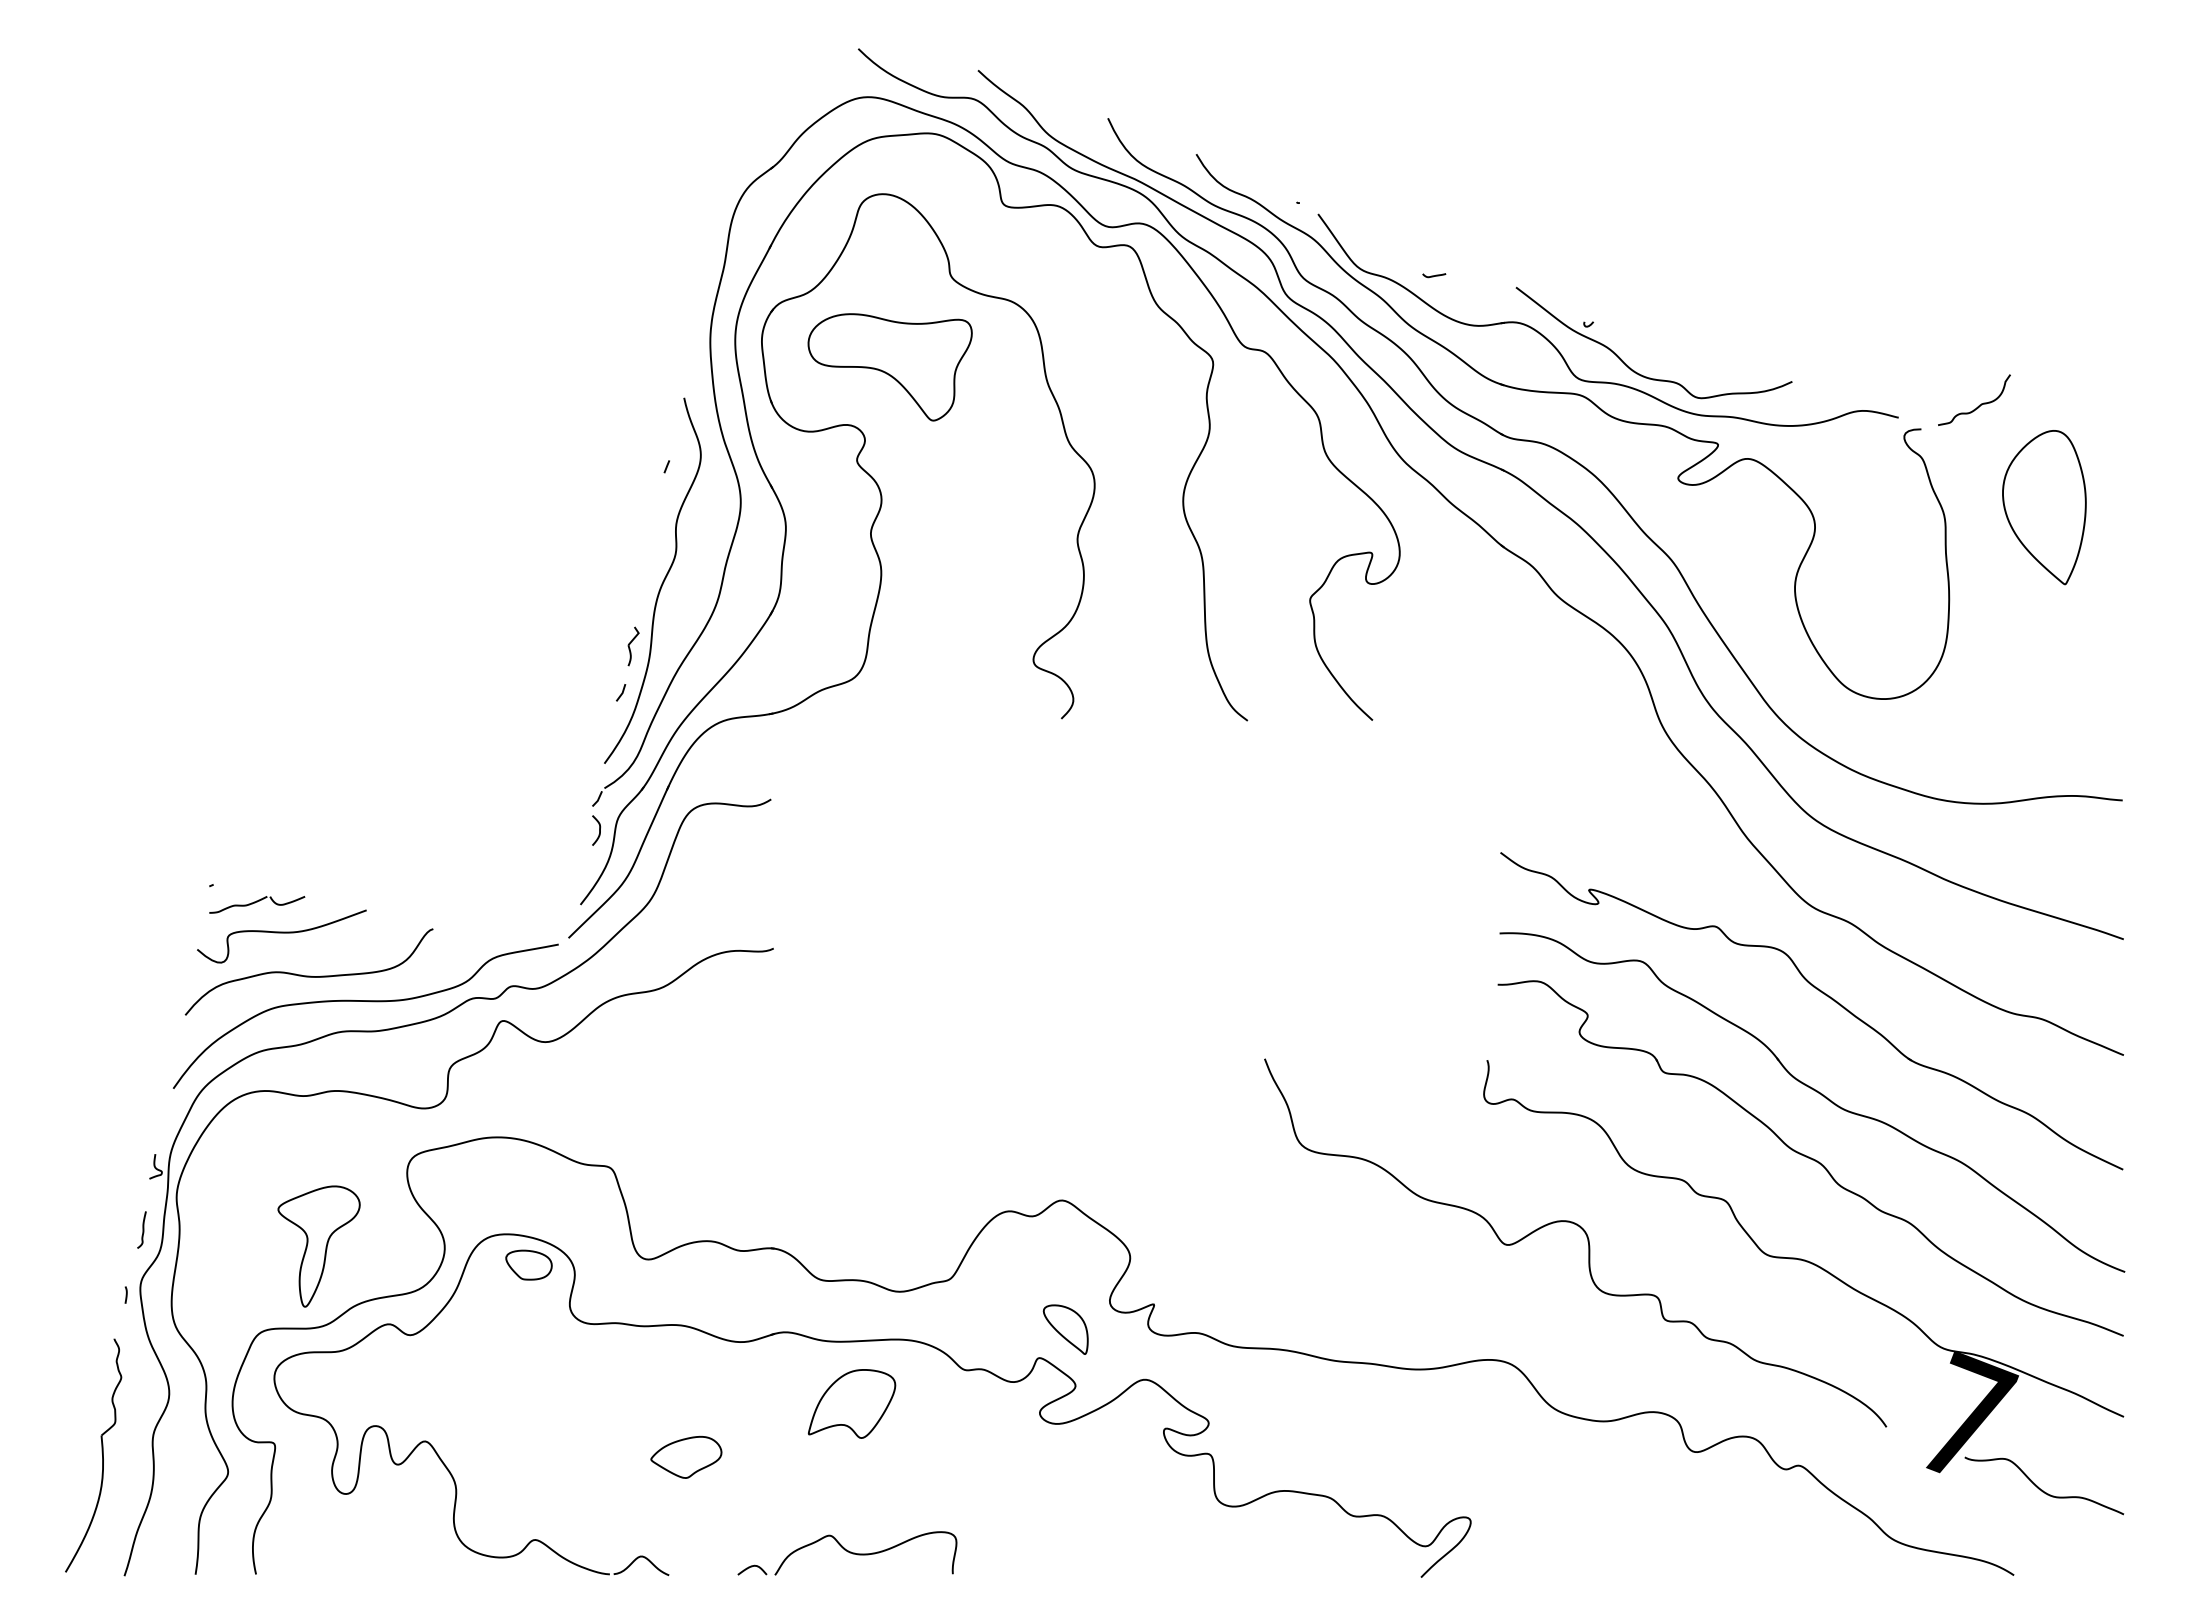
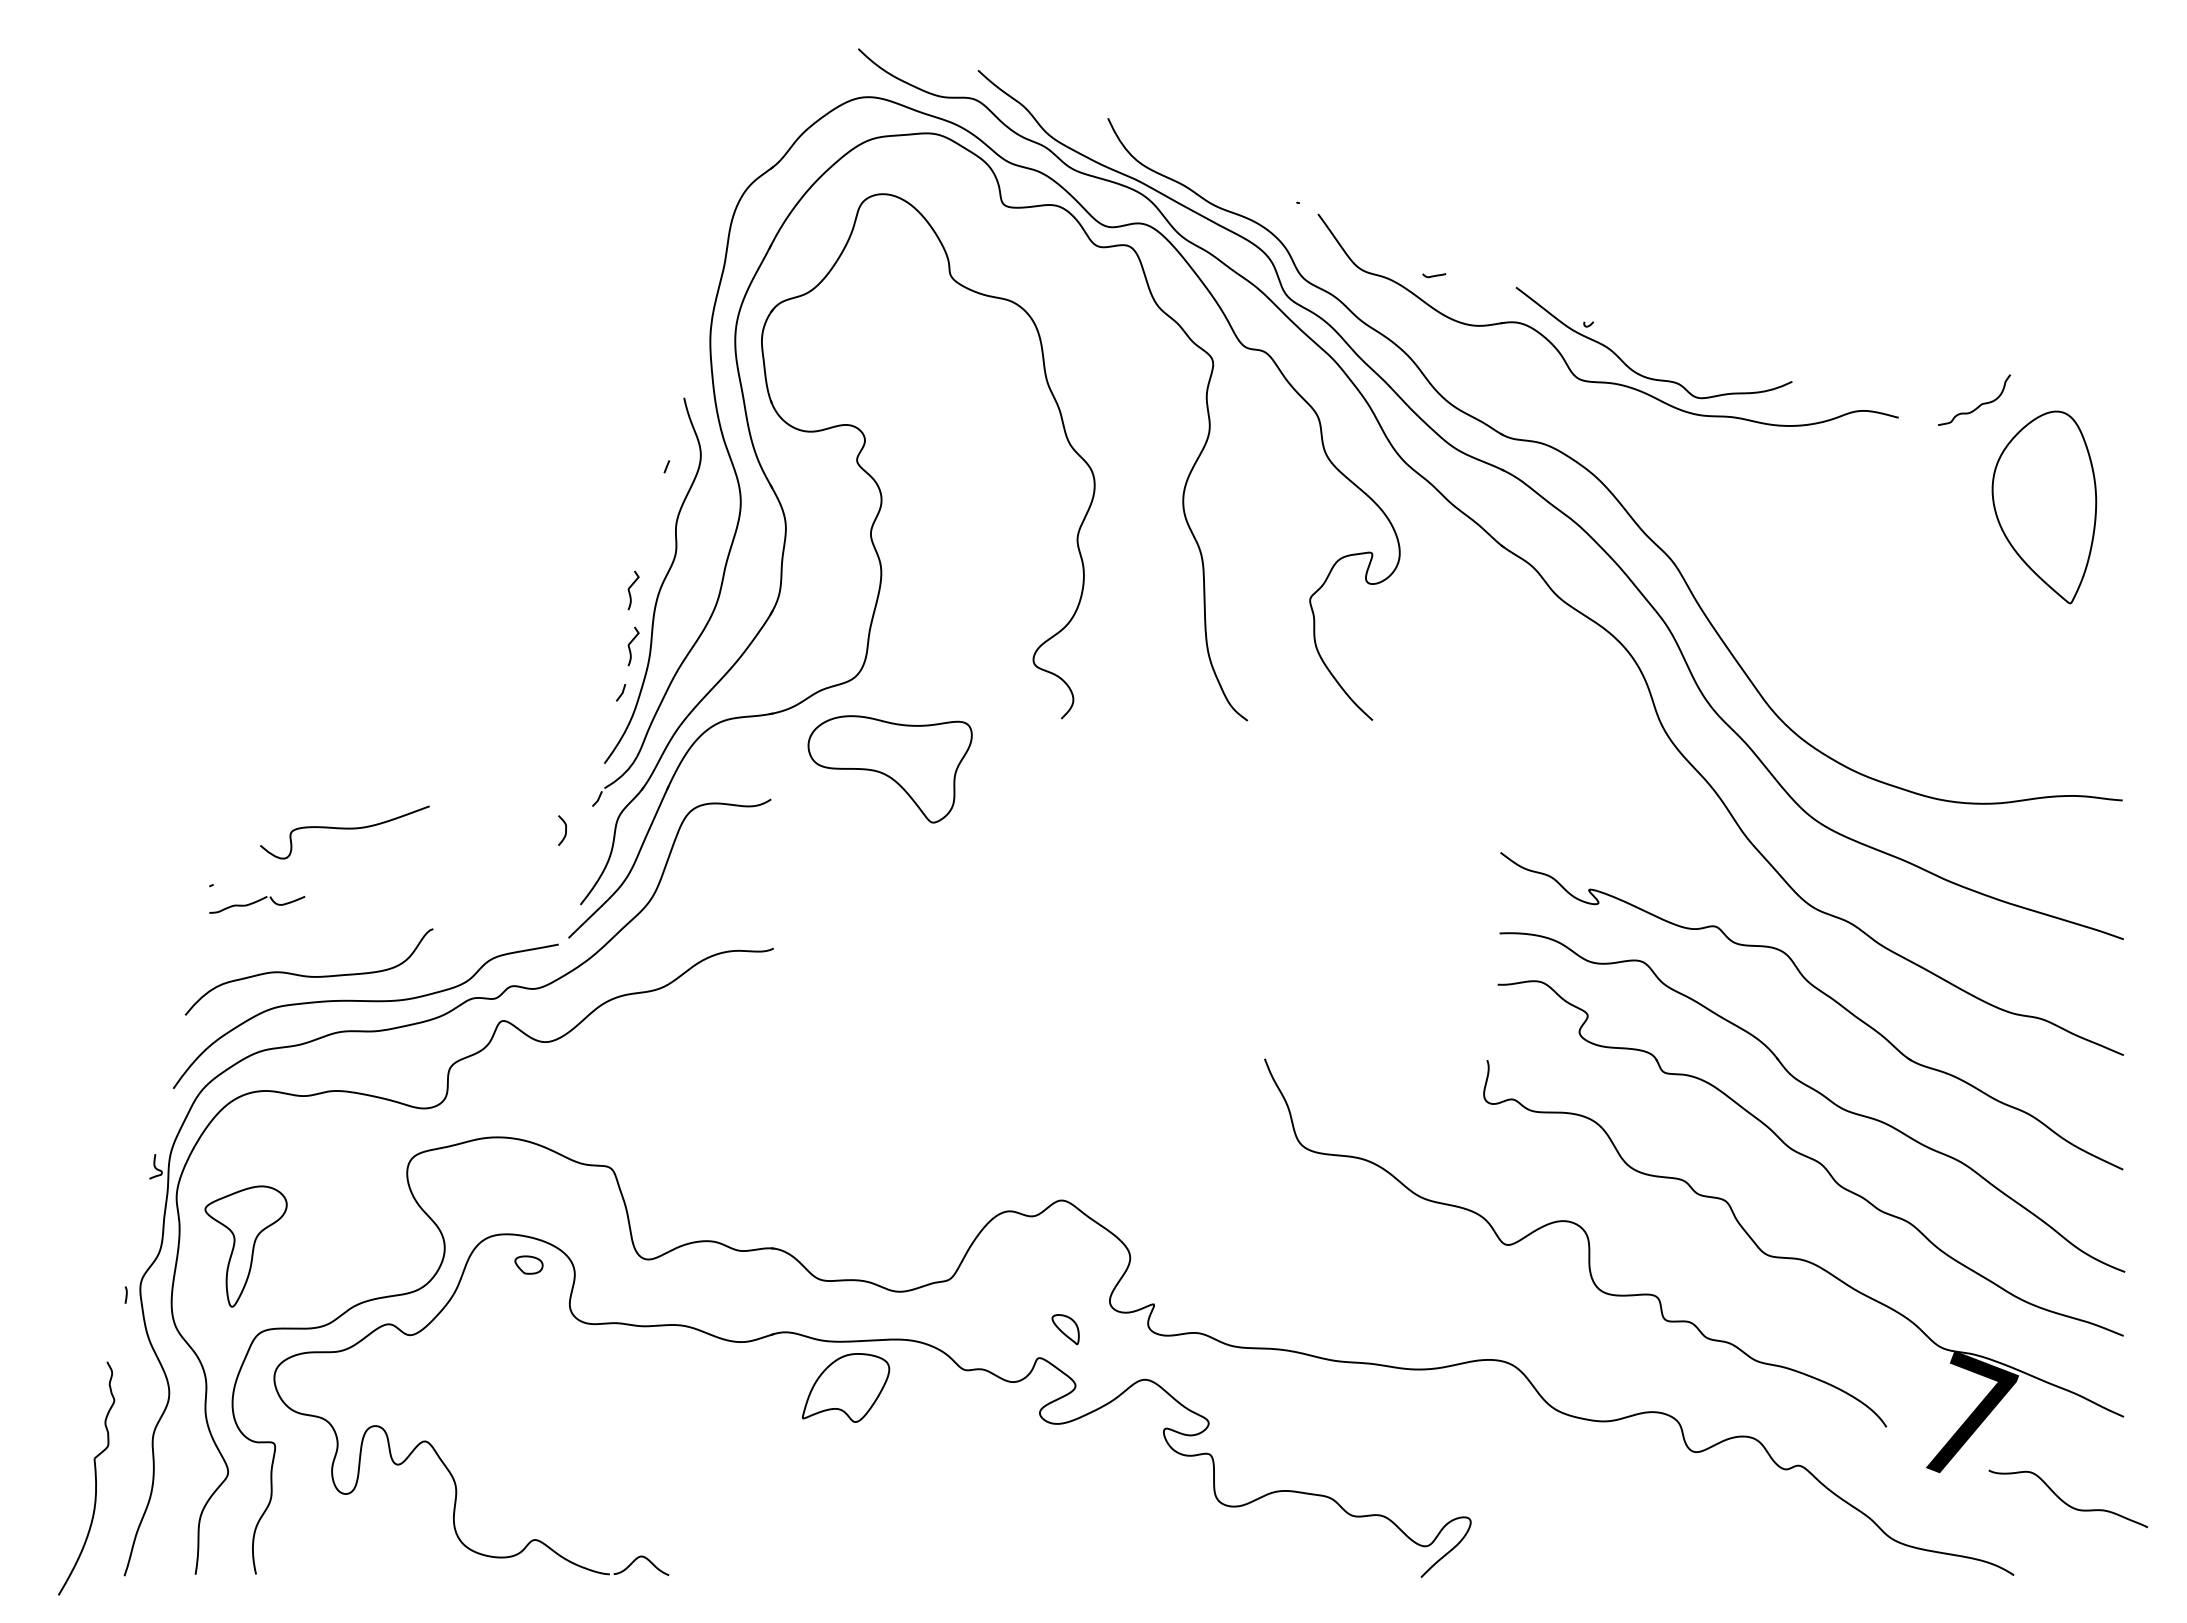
part at (889, 367) position: (889, 367) -> (889, 769)
part at (1590, 402): present -> none
part at (2044, 507) size: 85x156 px -> 107x195 px
part at (633, 590): none -> present
curve at (599, 830) position: (599, 830) -> (565, 830)
curve at (281, 933) position: (281, 933) -> (344, 829)
curve at (142, 1229): present -> none
part at (318, 1246) position: (318, 1246) -> (245, 1246)
part at (528, 1264) size: 48x32 px -> 30x20 px
part at (1065, 1329) size: 47x51 px -> 29x32 px
part at (851, 1403) position: (851, 1403) -> (845, 1387)
part at (101, 1452) position: (101, 1452) -> (94, 1475)
part at (686, 1457): present -> none
curve at (2042, 1489) position: (2042, 1489) -> (2066, 1502)
part at (847, 1553): present -> none
